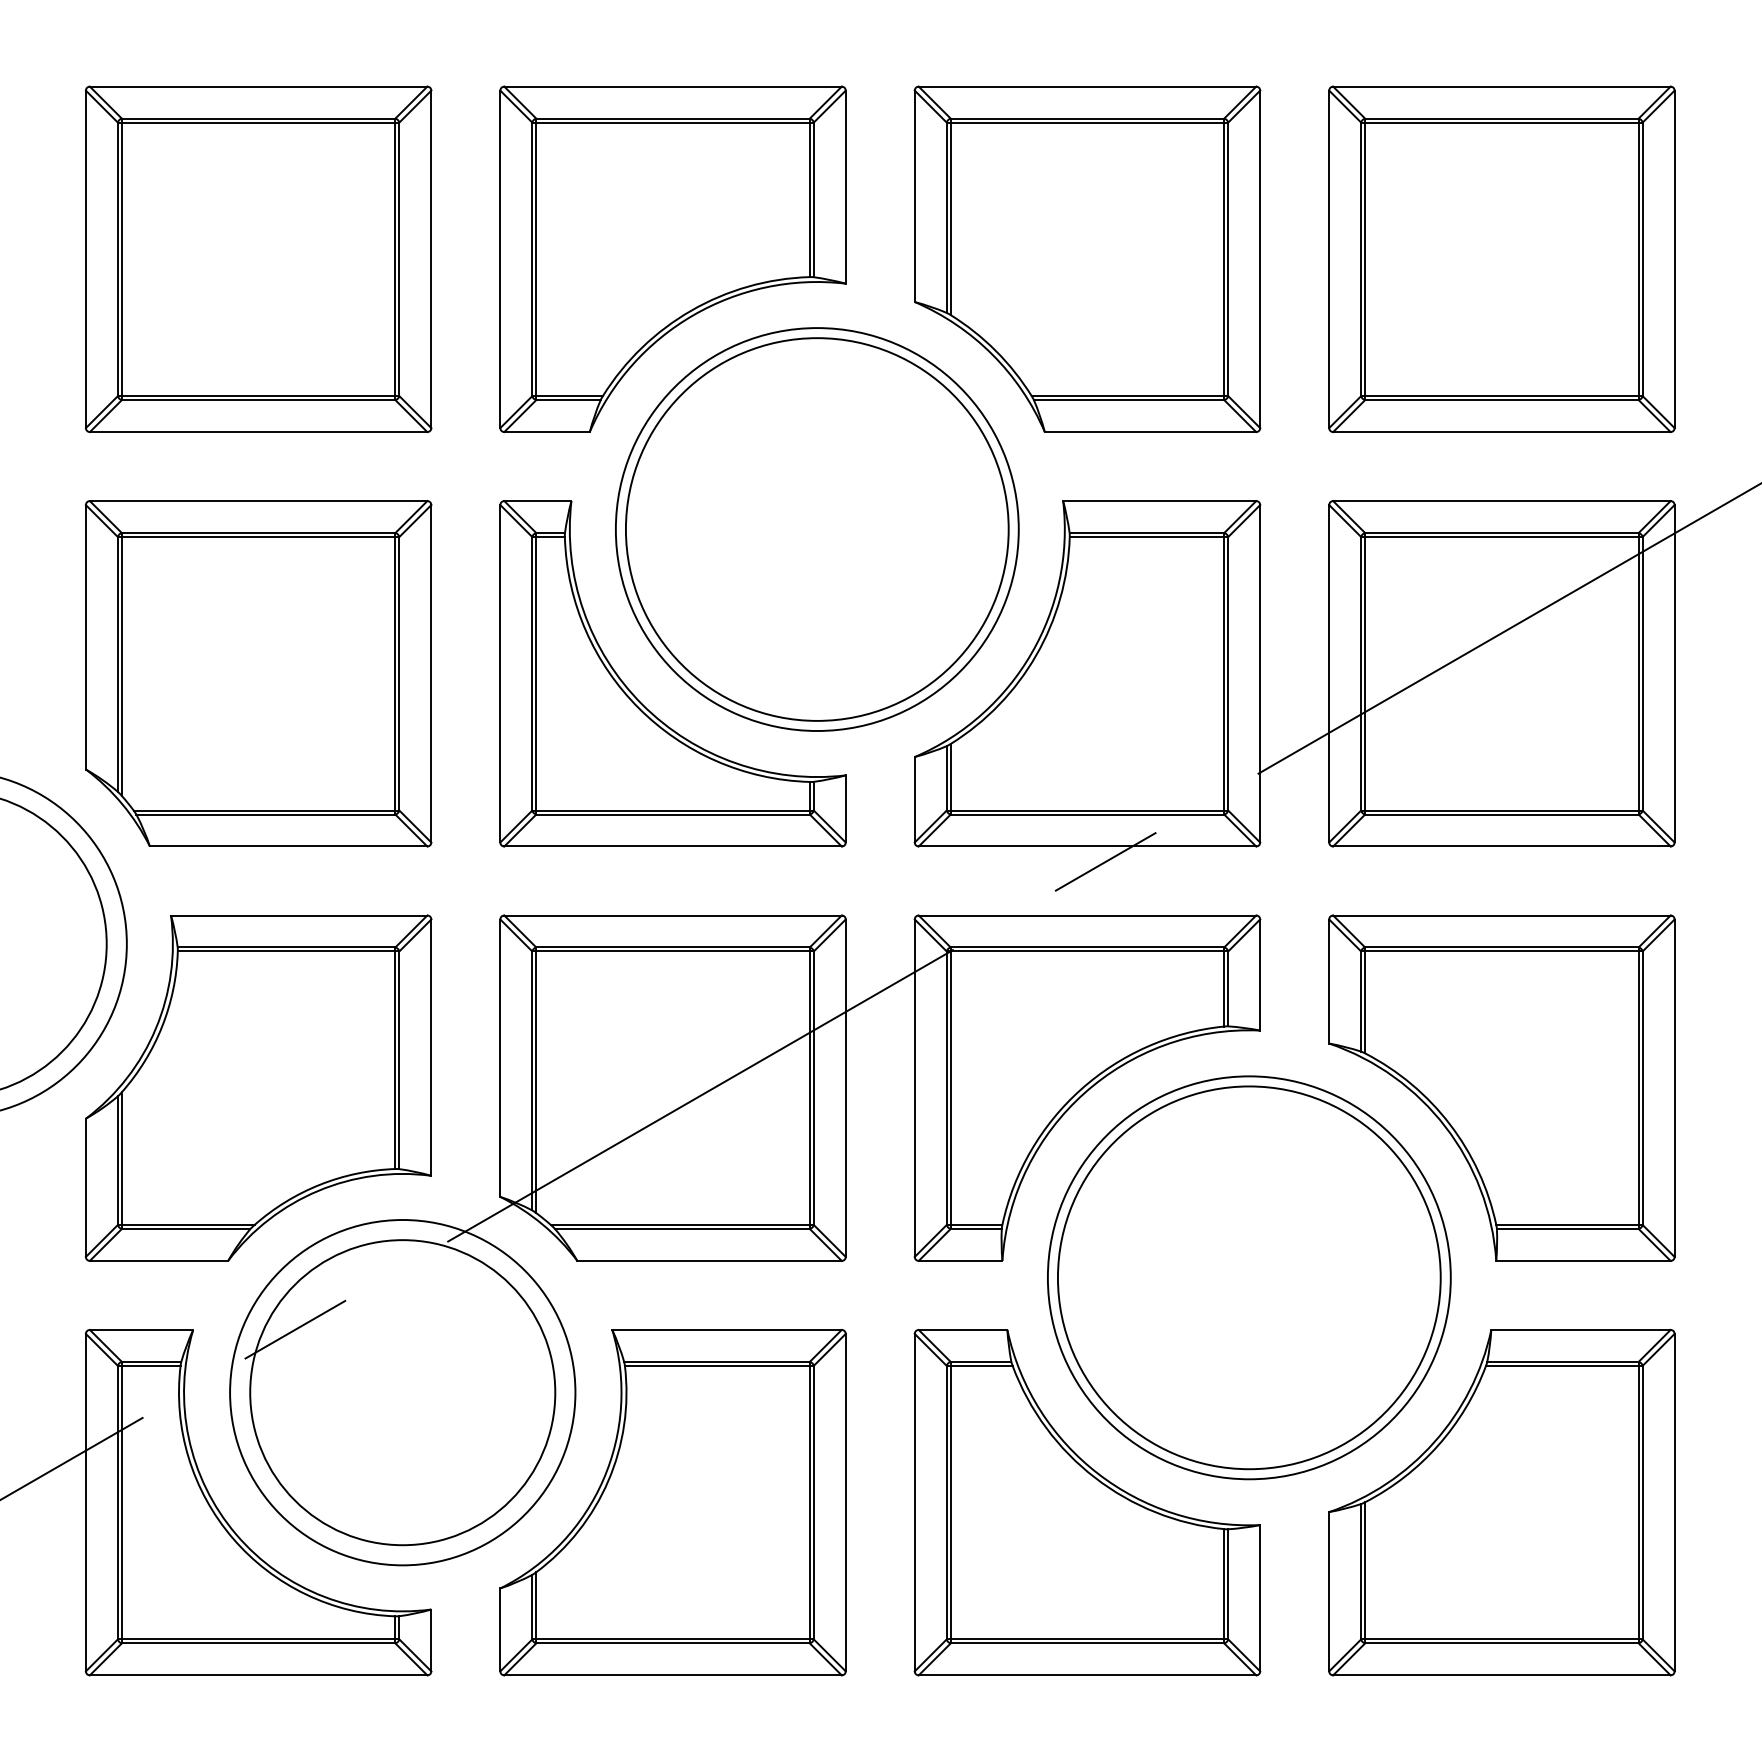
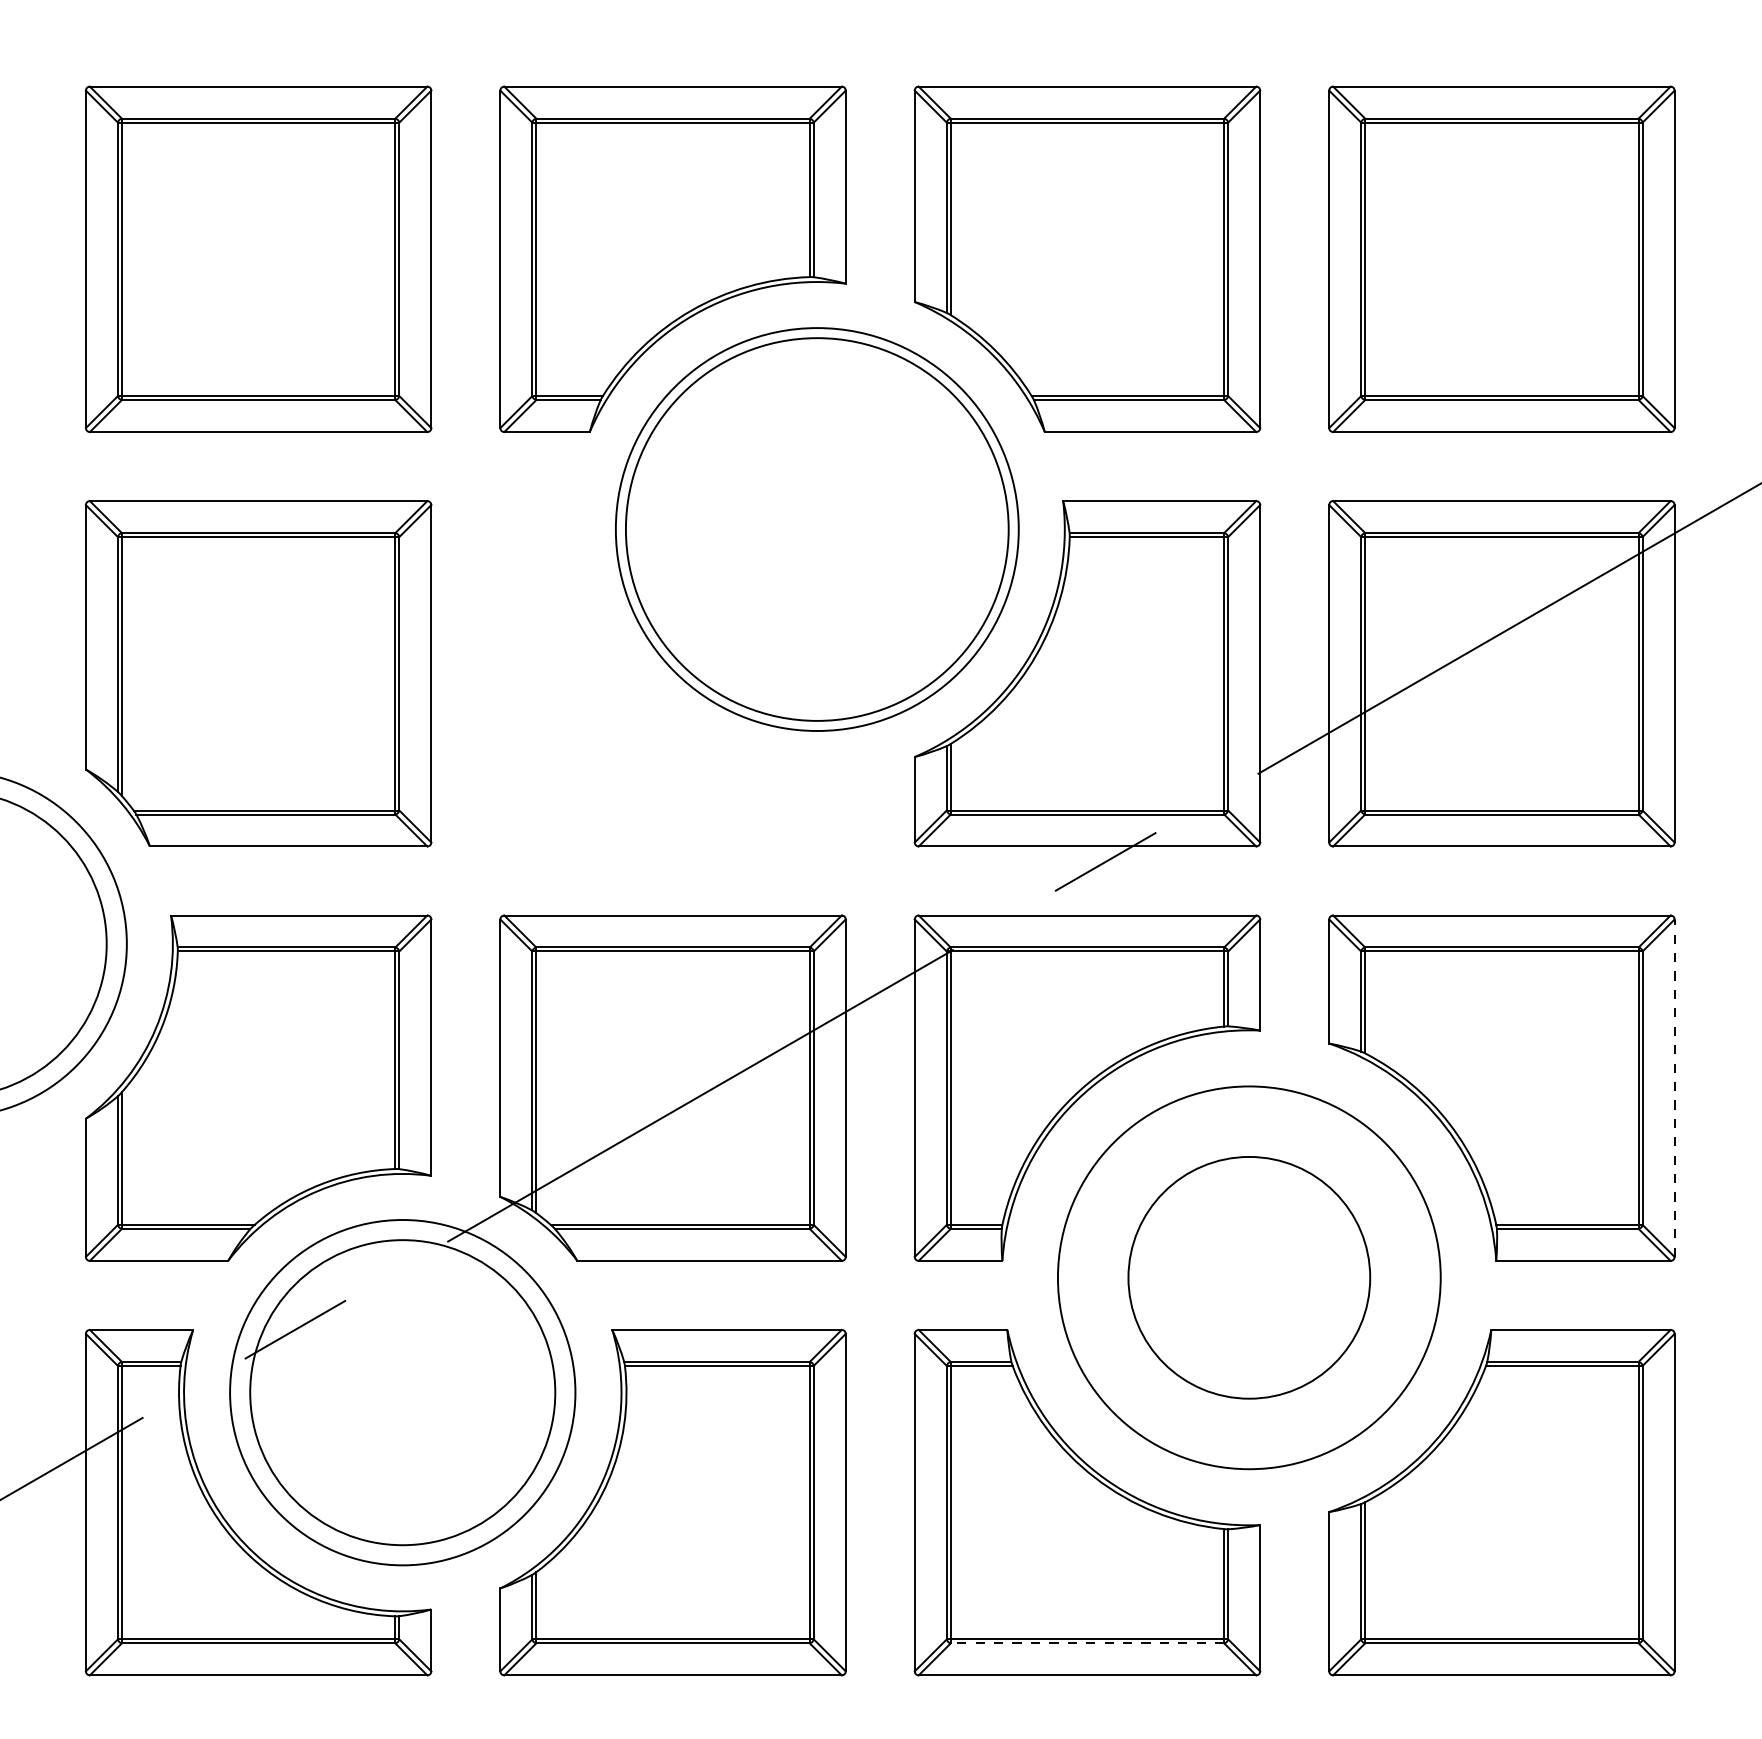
part at (642, 703): present -> none
line at (1674, 1088): solid -> dashed
circle at (1248, 1277) diameter: 403 px -> 242 px
line at (1087, 1643): solid -> dashed
